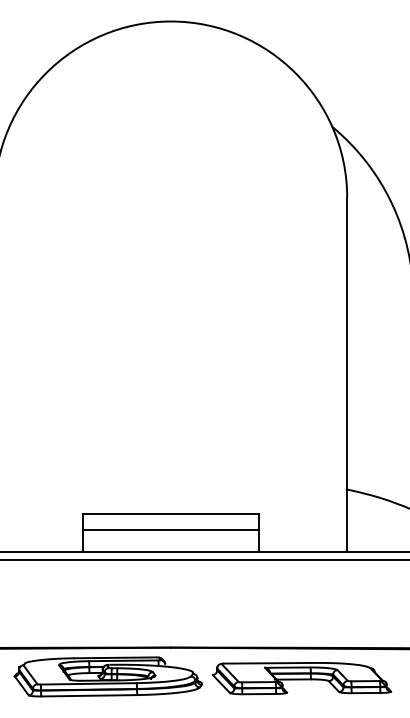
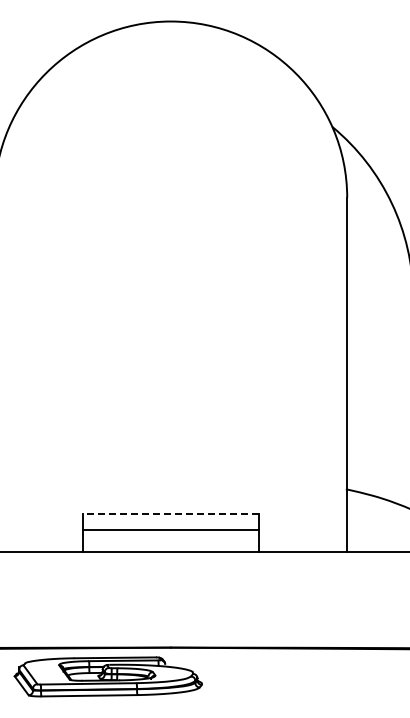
line at (170, 514): solid -> dashed
line at (204, 560): present -> none
part at (301, 678): present -> none
